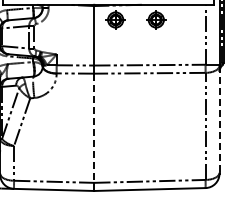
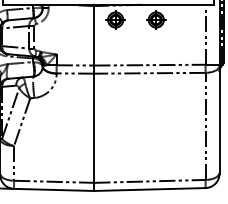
line at (219, 119): dashed -> solid
line at (94, 128): dashed -> solid
